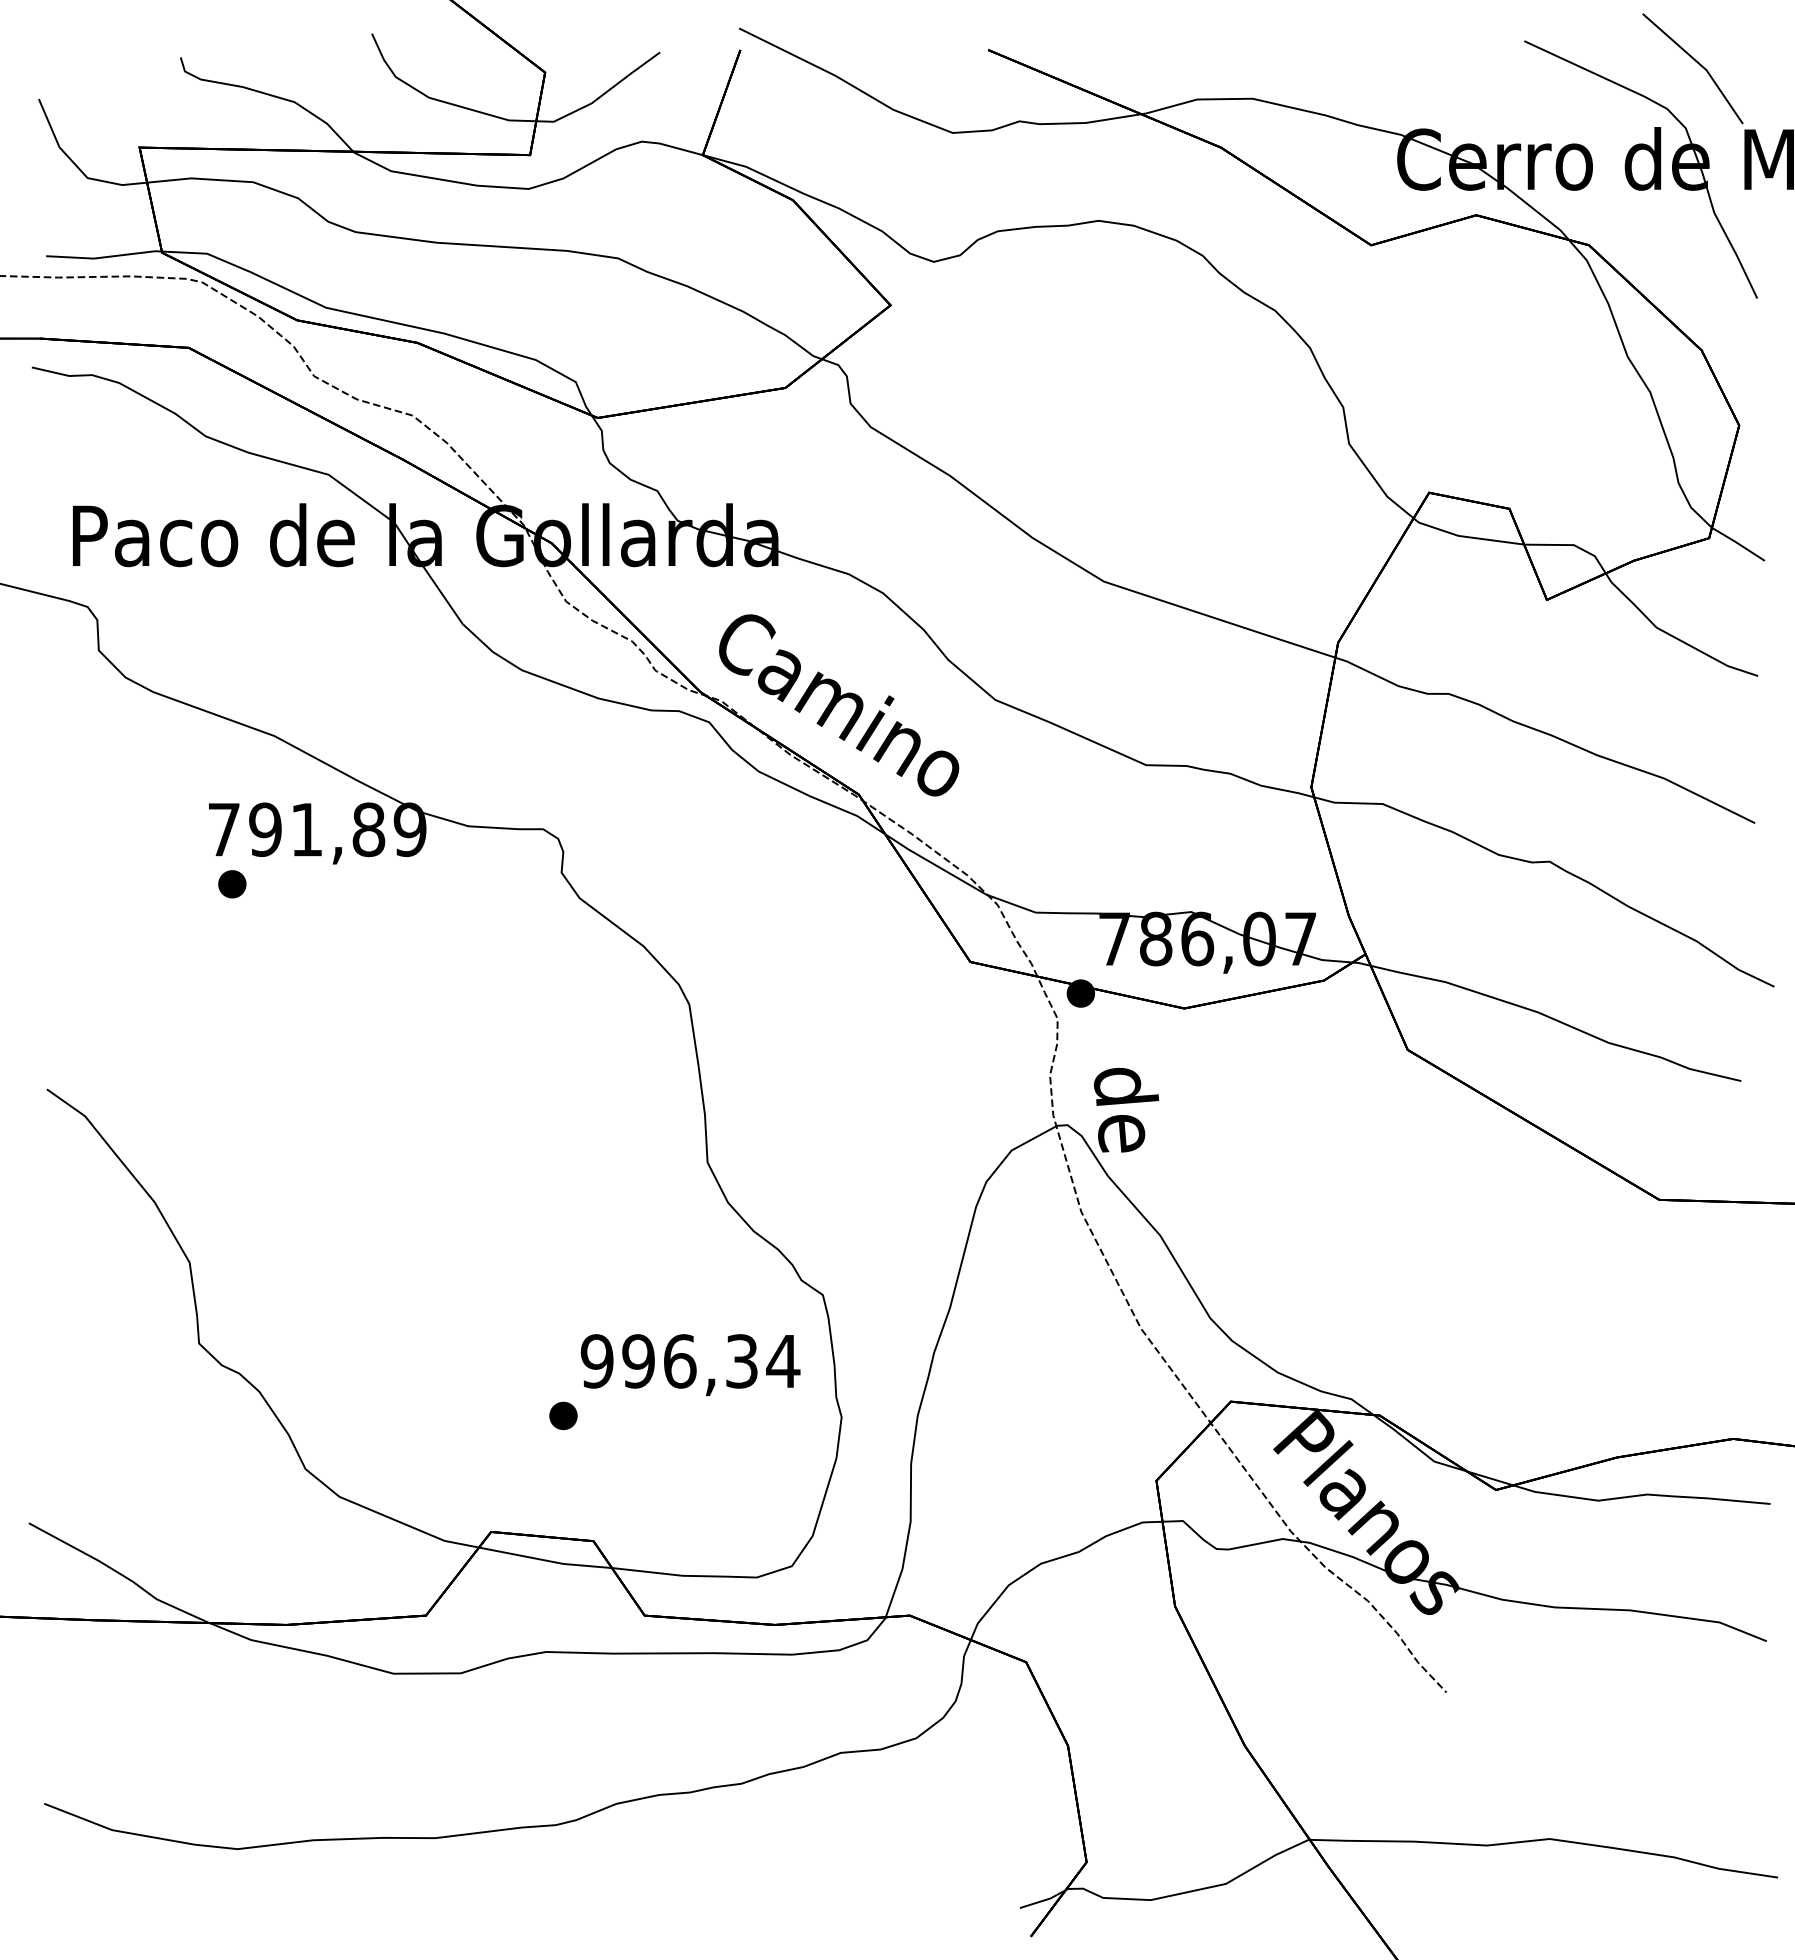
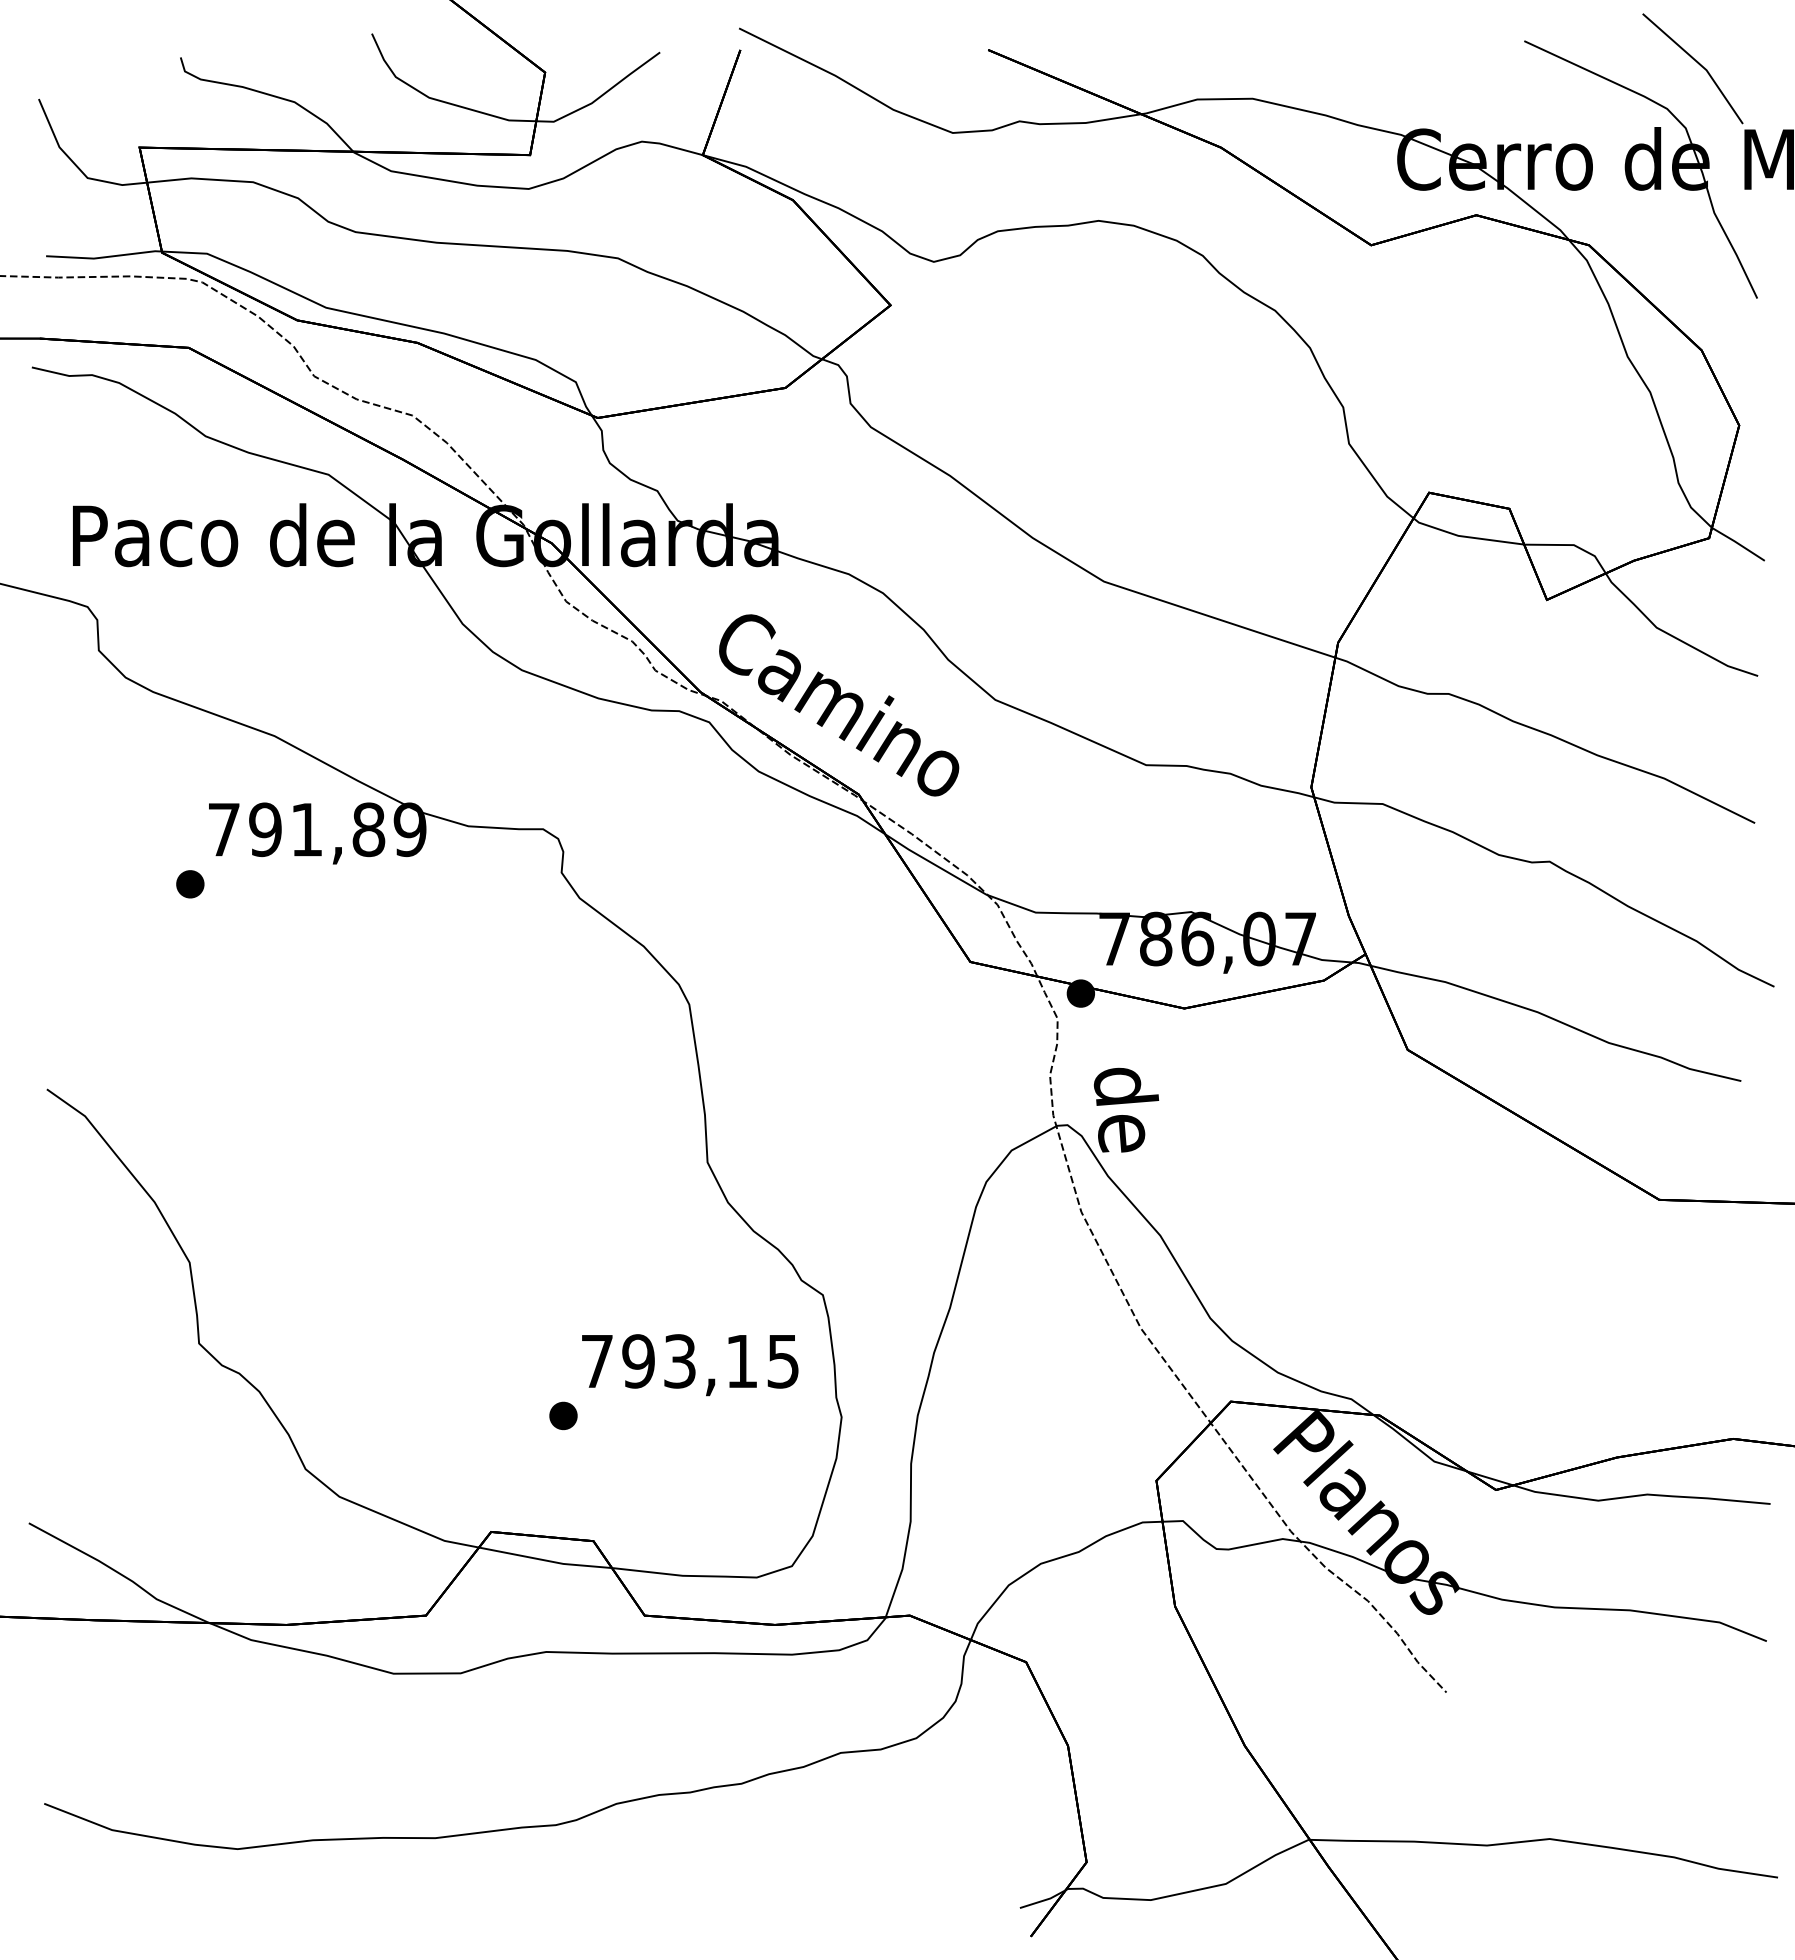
part at (232, 884) position: (232, 884) -> (190, 884)
text at (690, 1361): 996,34 -> 793,15
